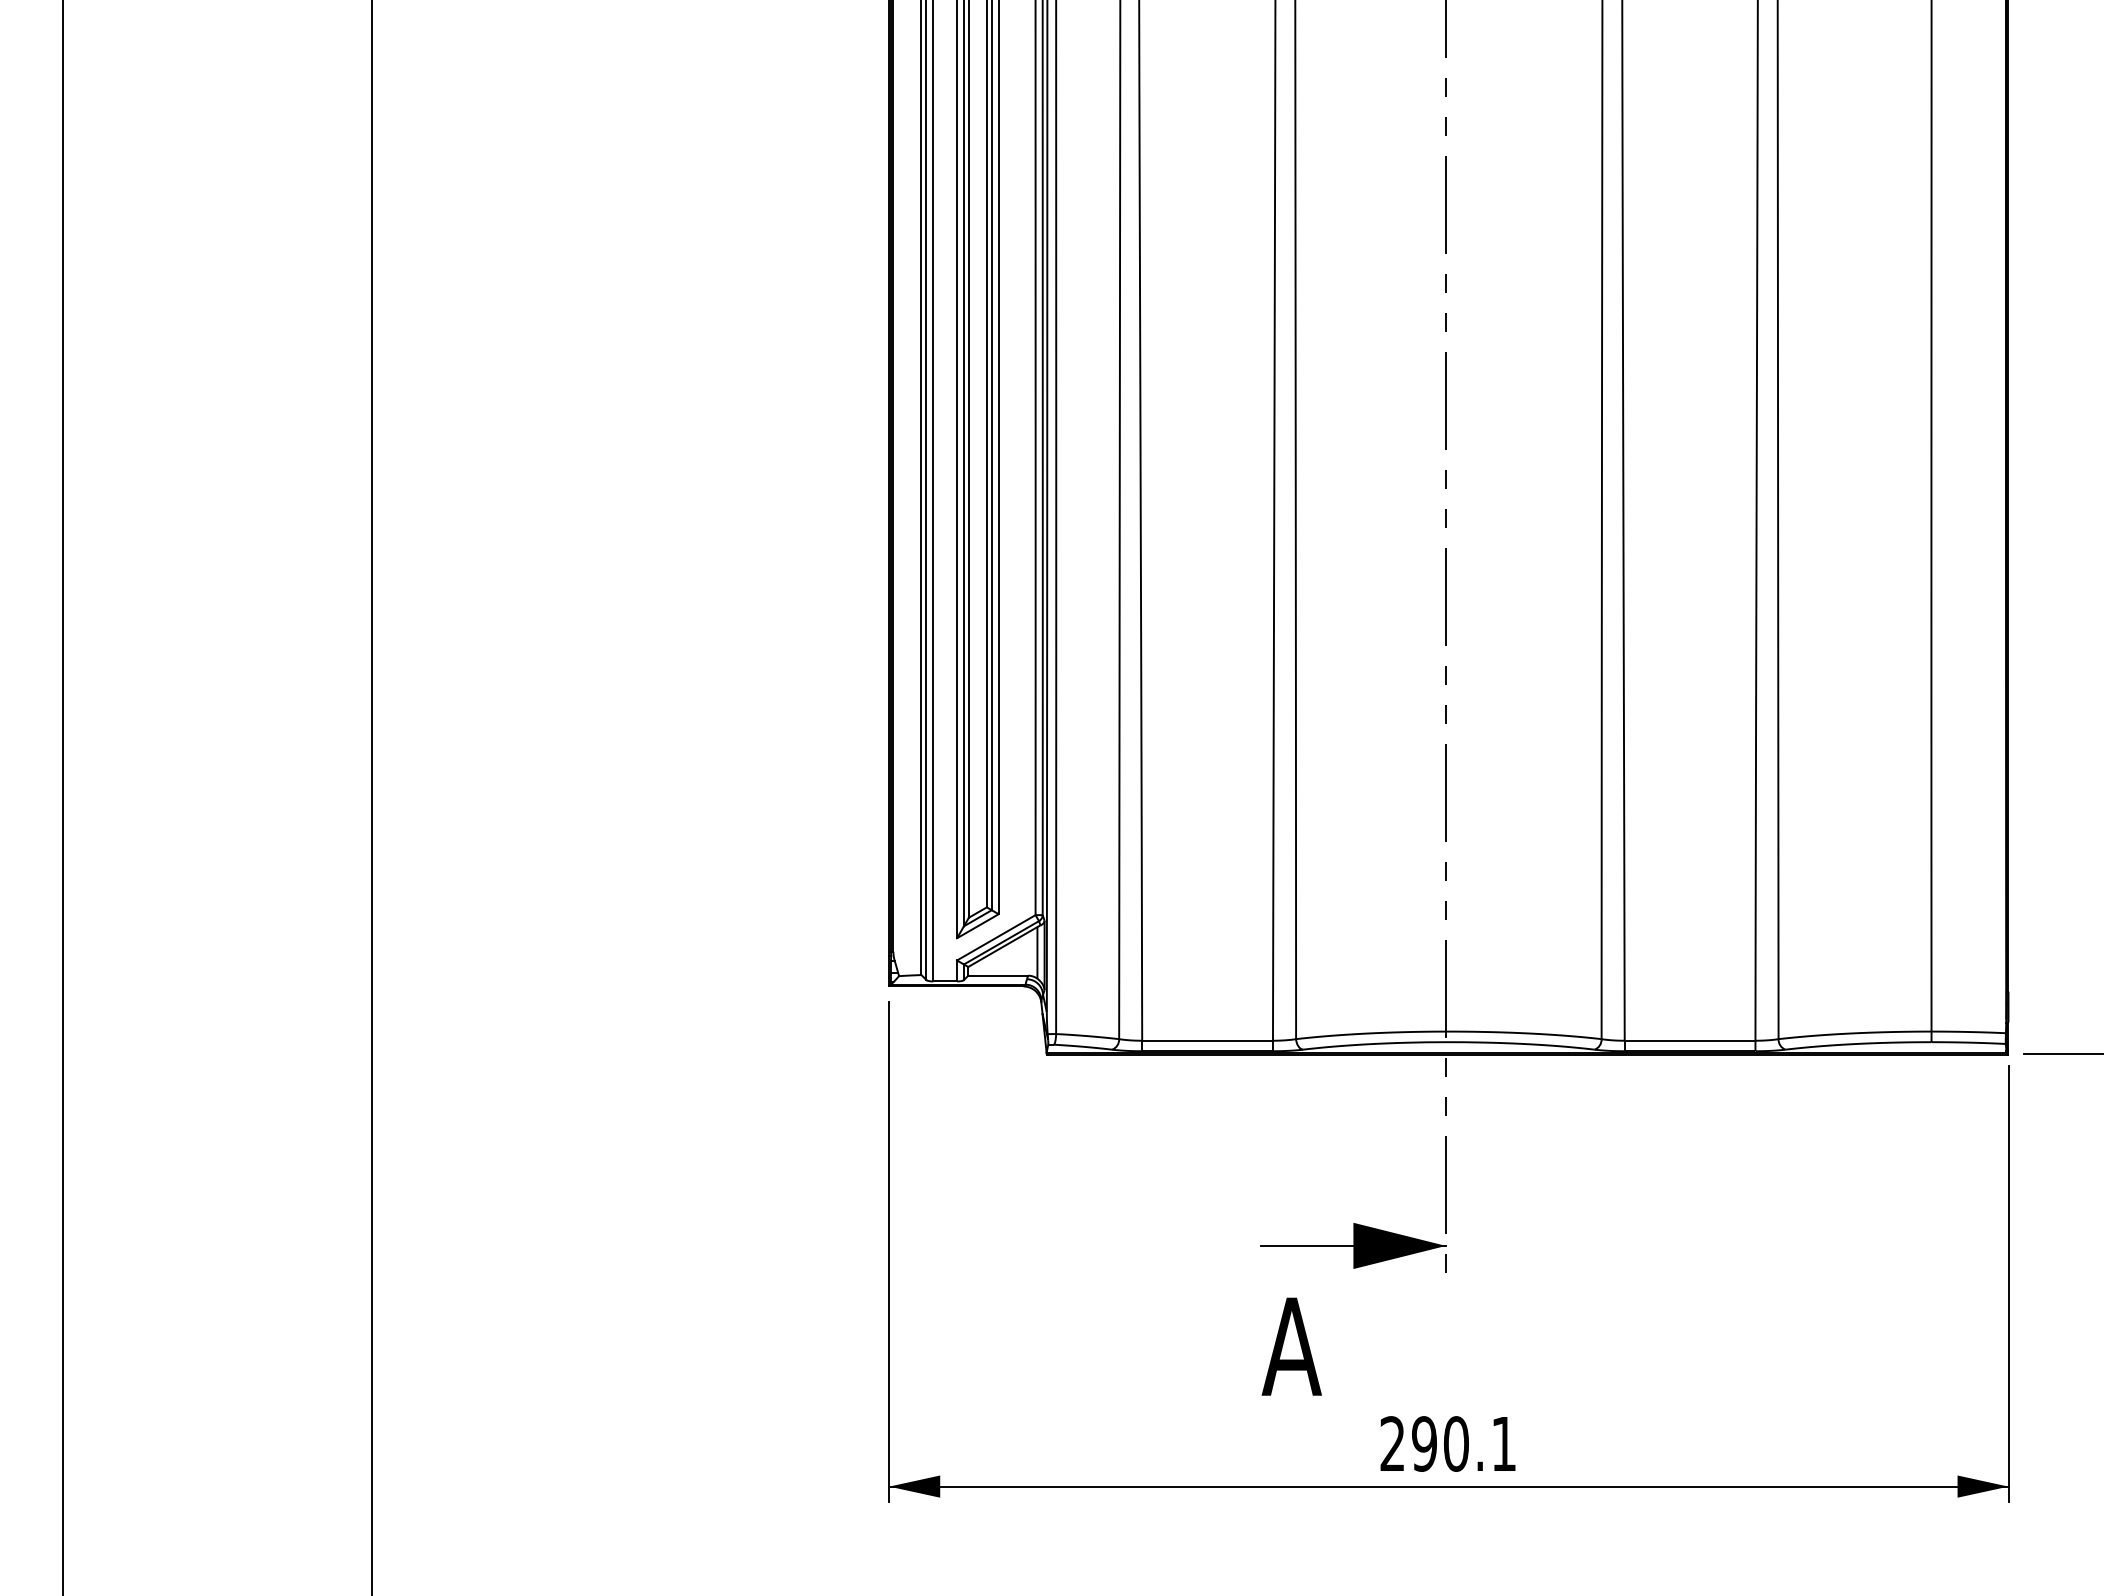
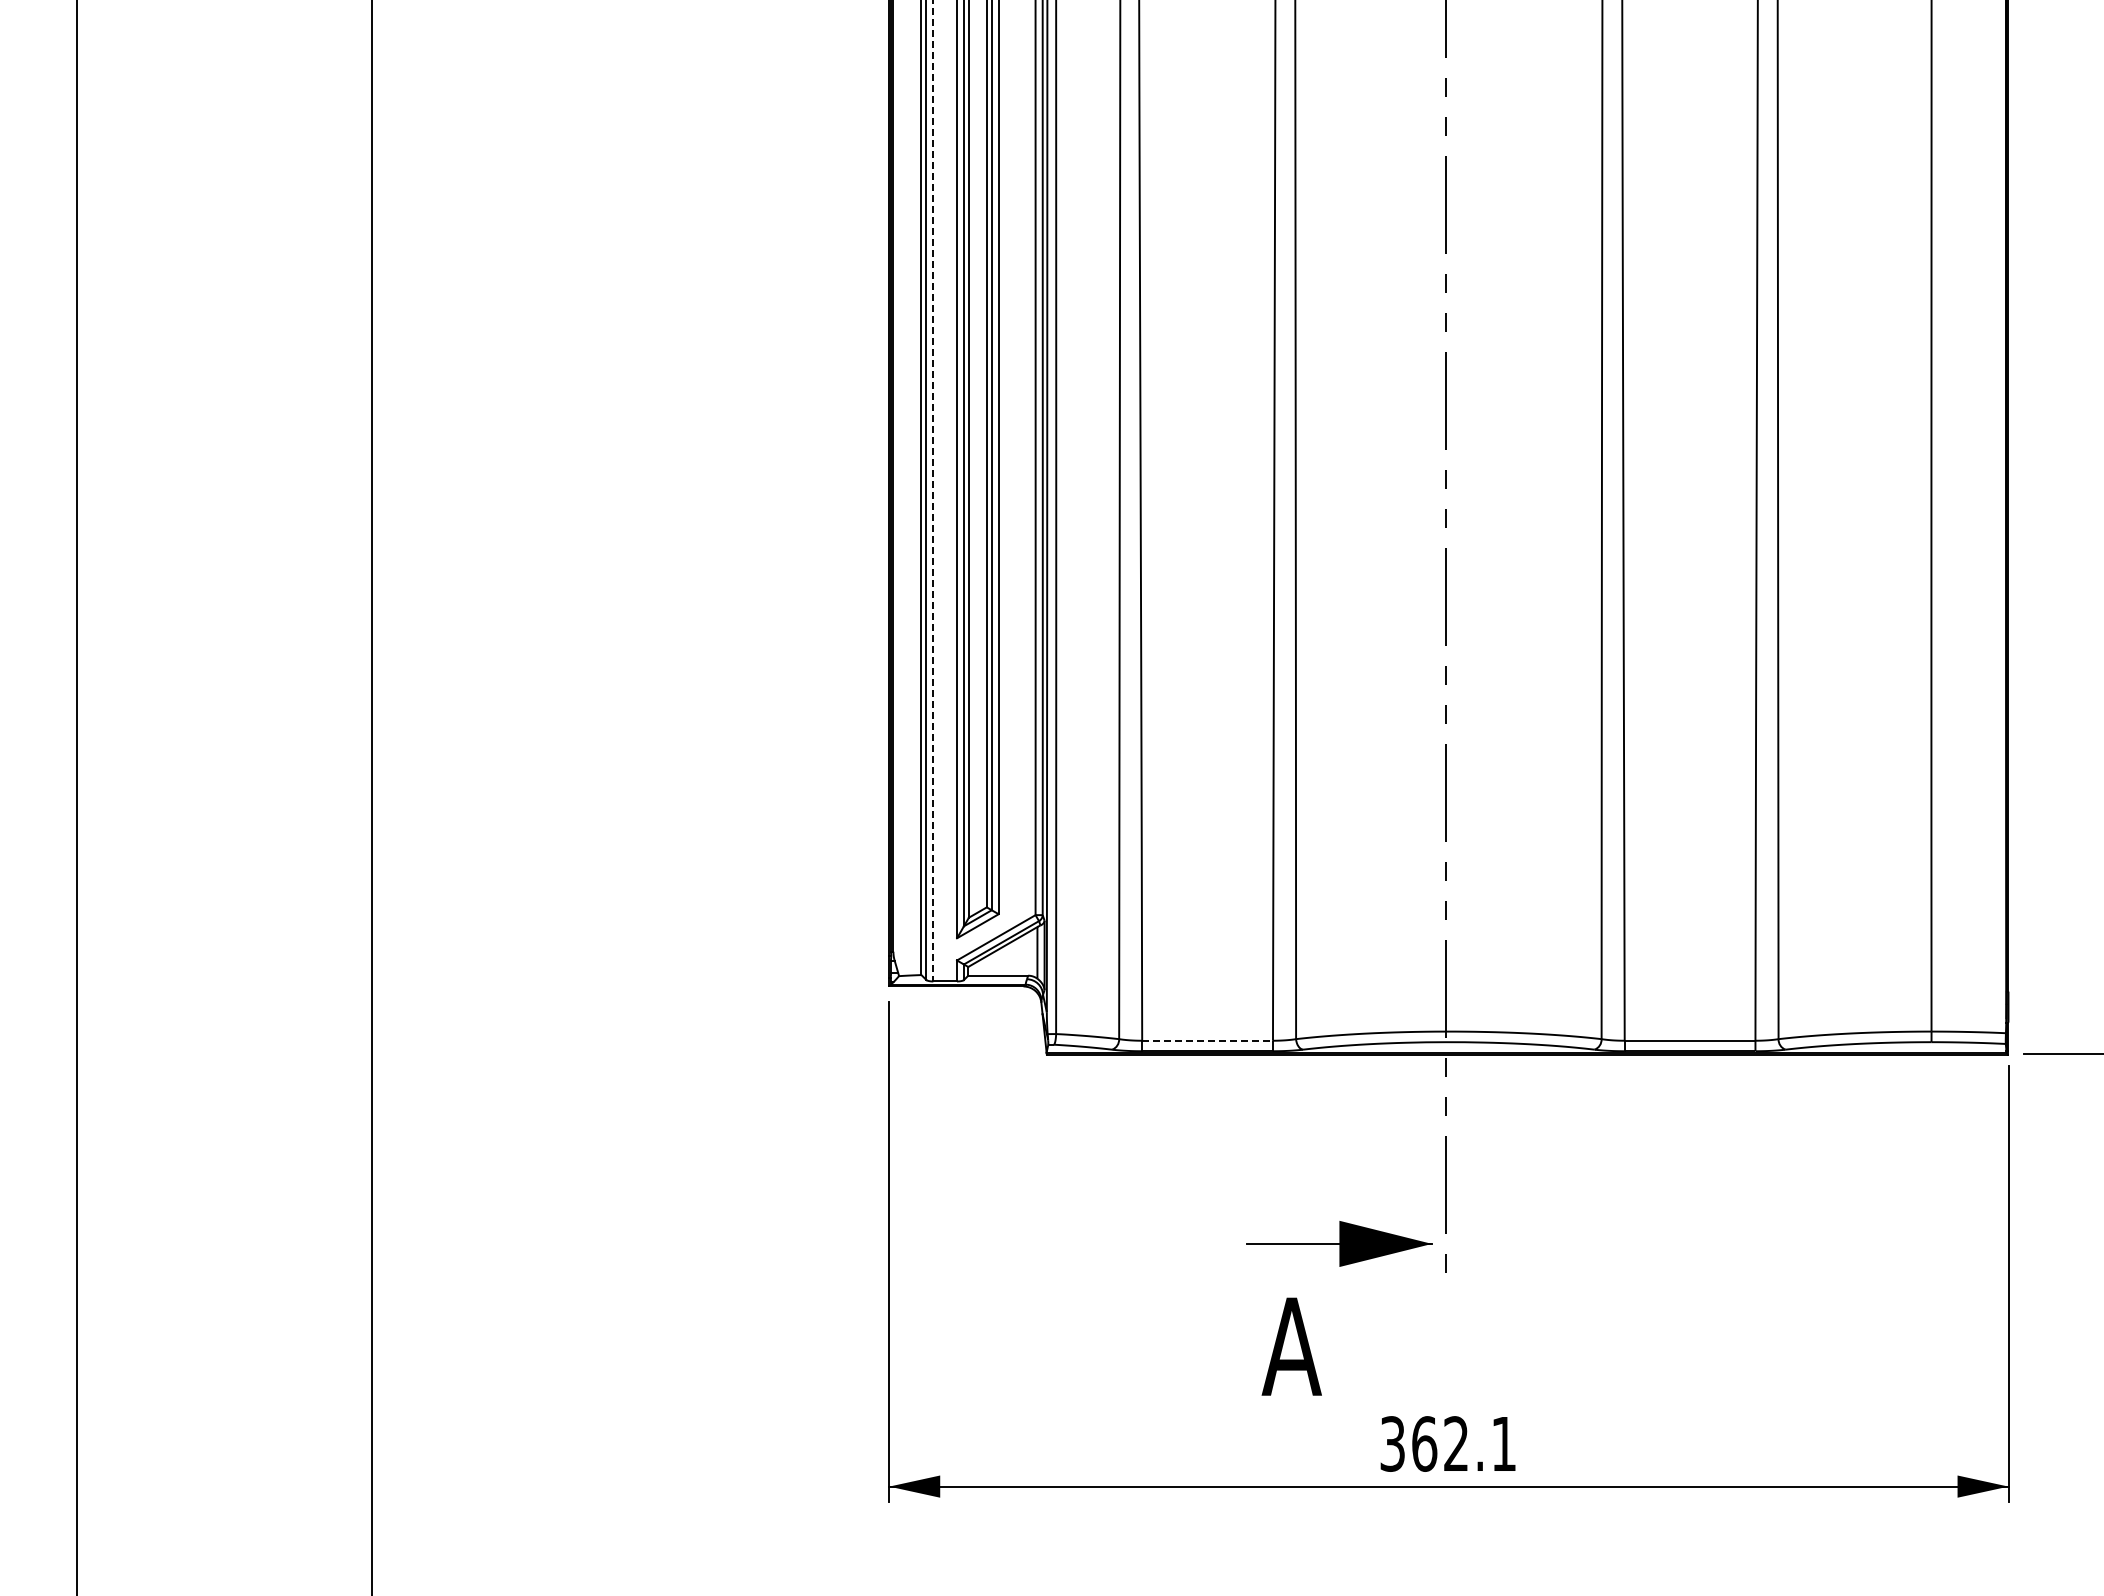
line at (933, 491): solid -> dashed
line at (63, 797) position: (63, 797) -> (77, 797)
line at (1208, 1040): solid -> dashed
part at (1353, 1245) position: (1353, 1245) -> (1339, 1243)
text at (1424, 1443): 290.1 -> 362.1
